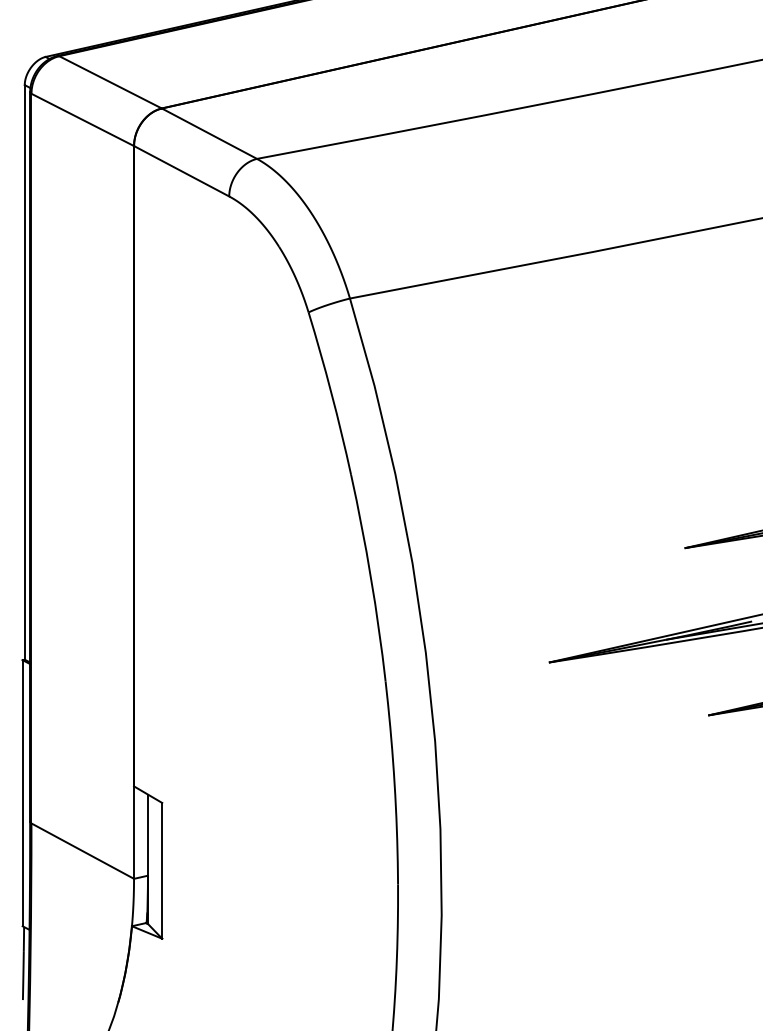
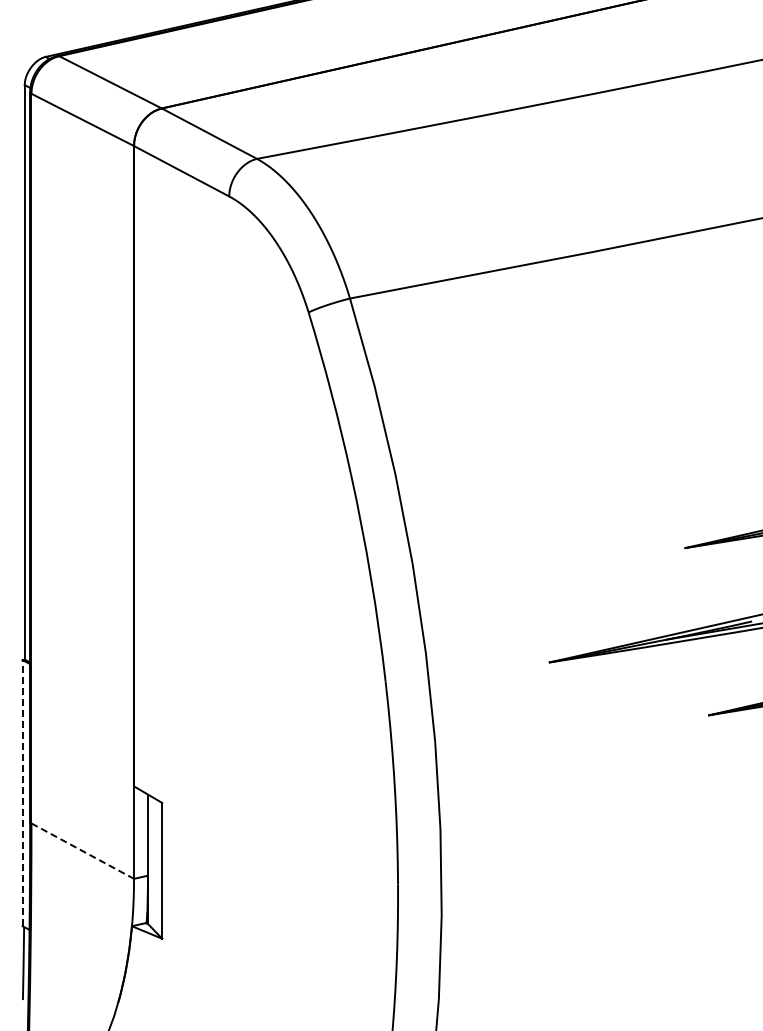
line at (22, 792): solid -> dashed
line at (83, 851): solid -> dashed
